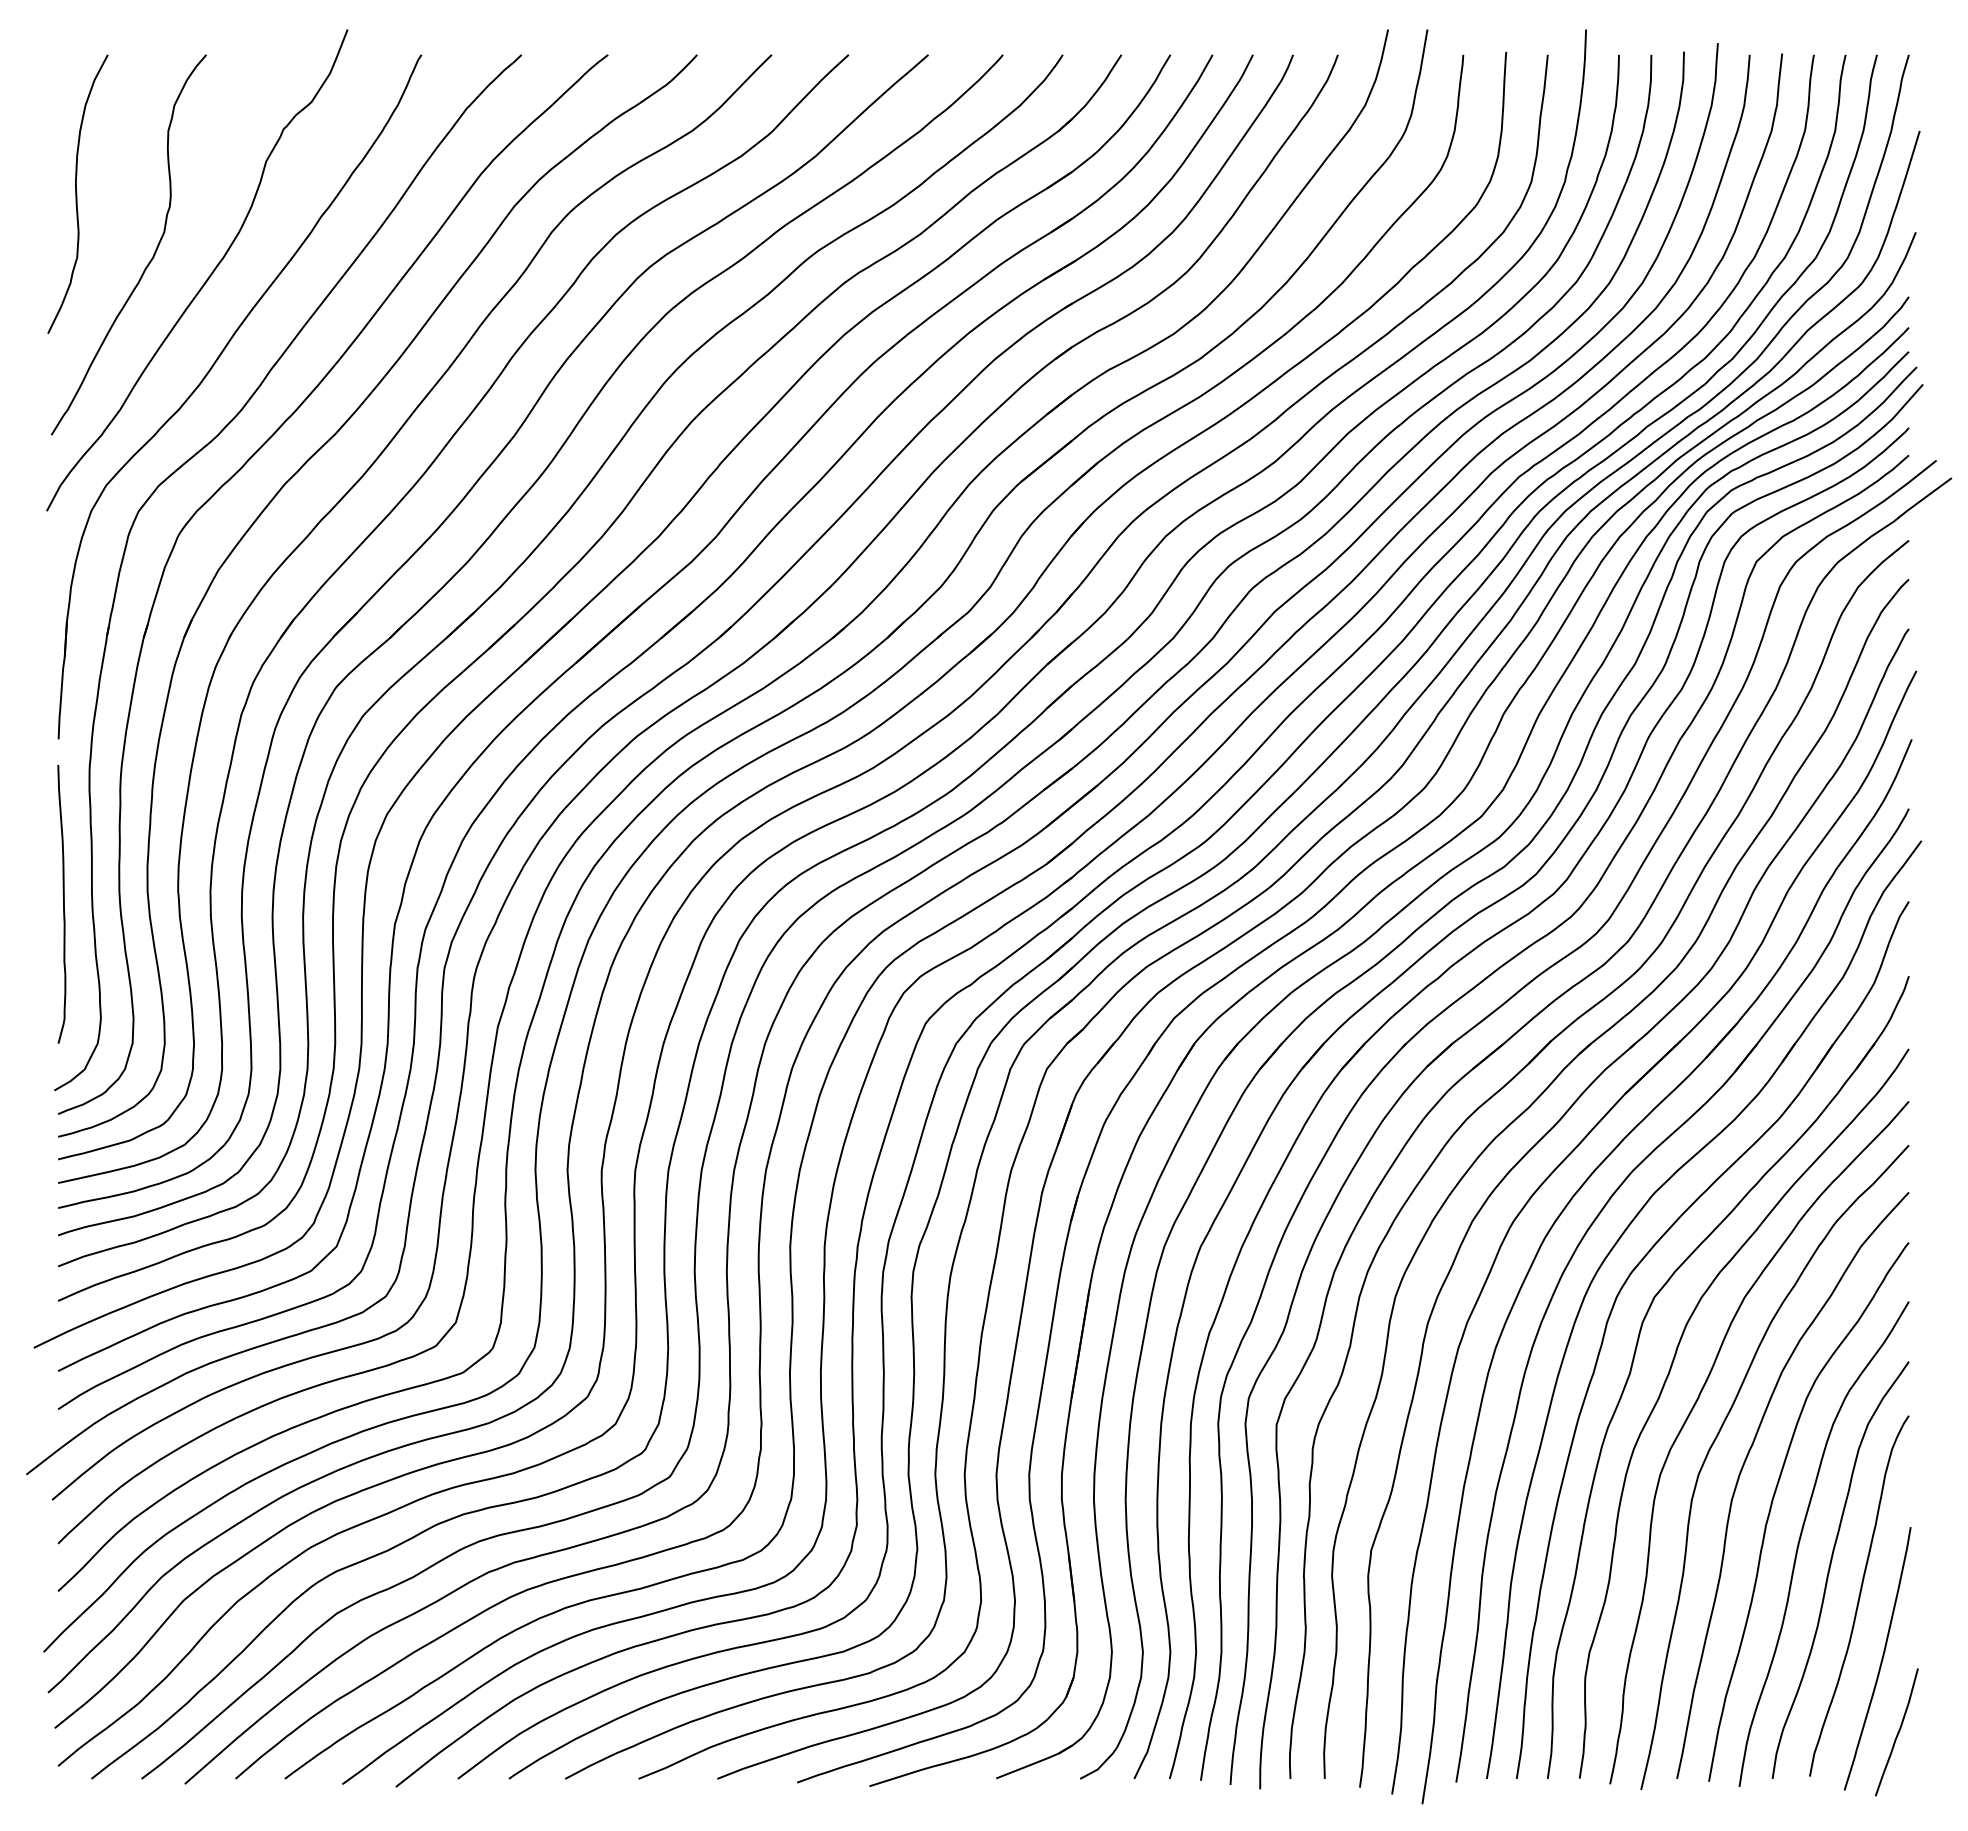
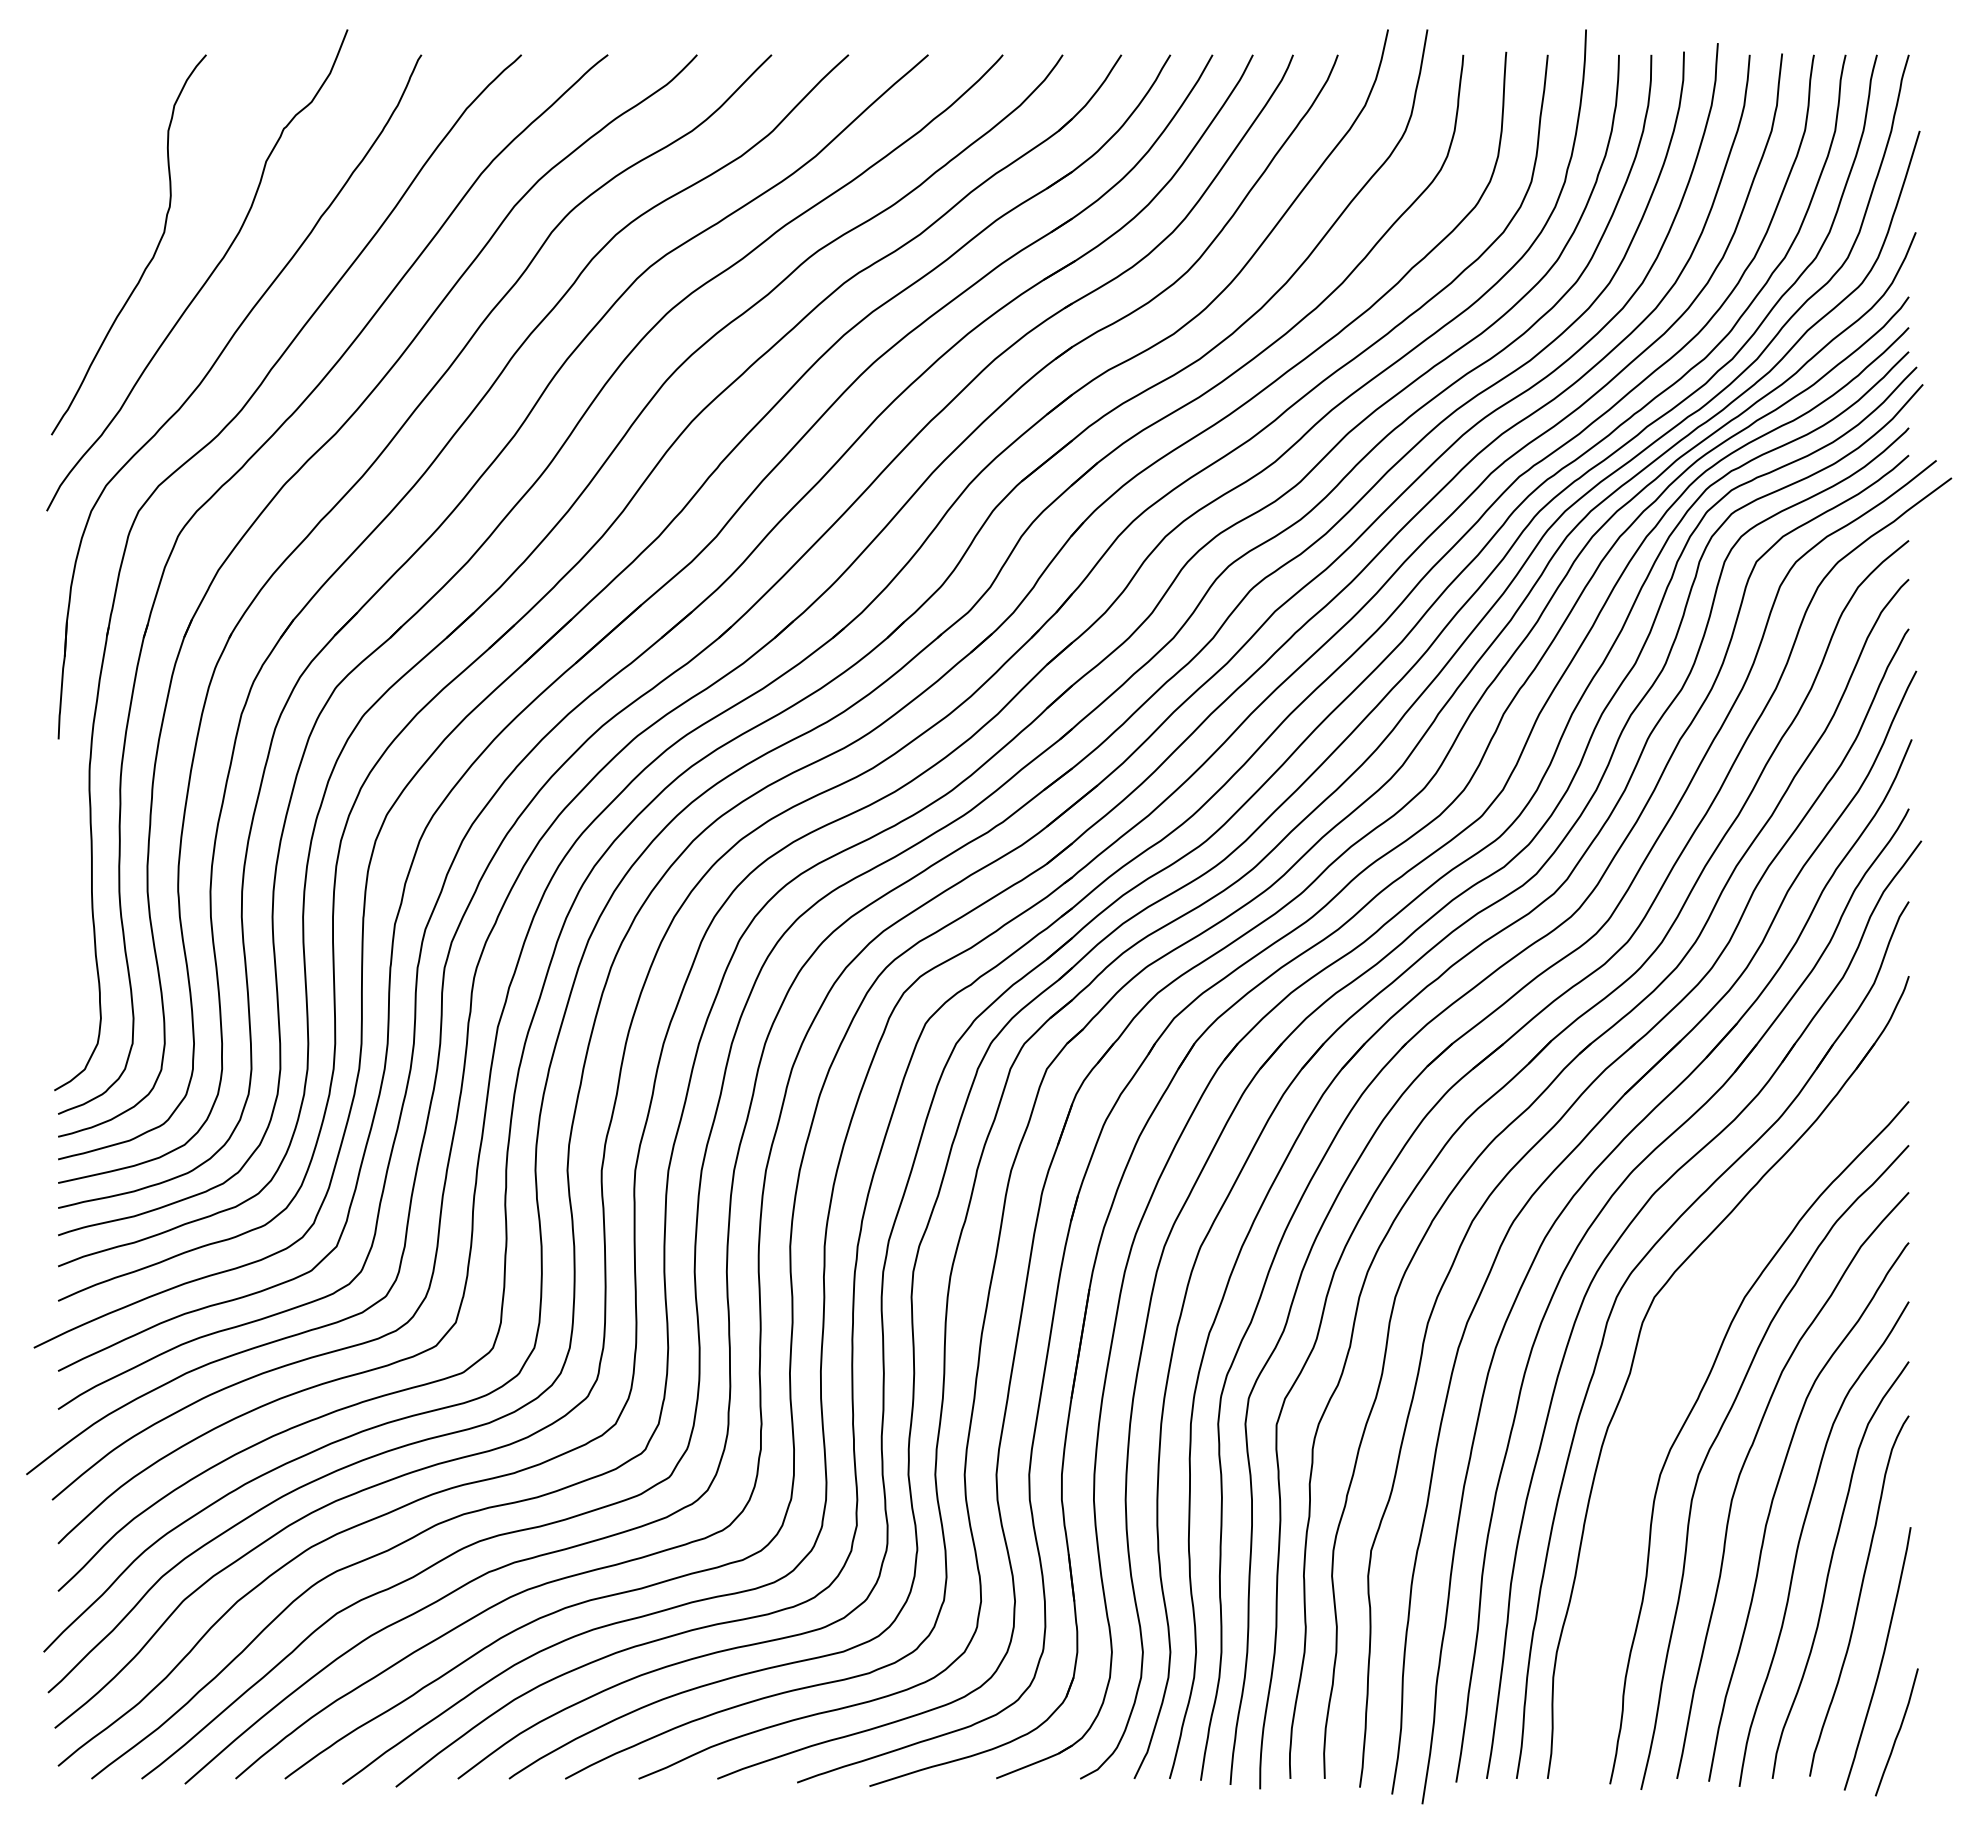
curve at (77, 193): present -> none
curve at (63, 904): present -> none
curve at (1668, 1377): present -> none
